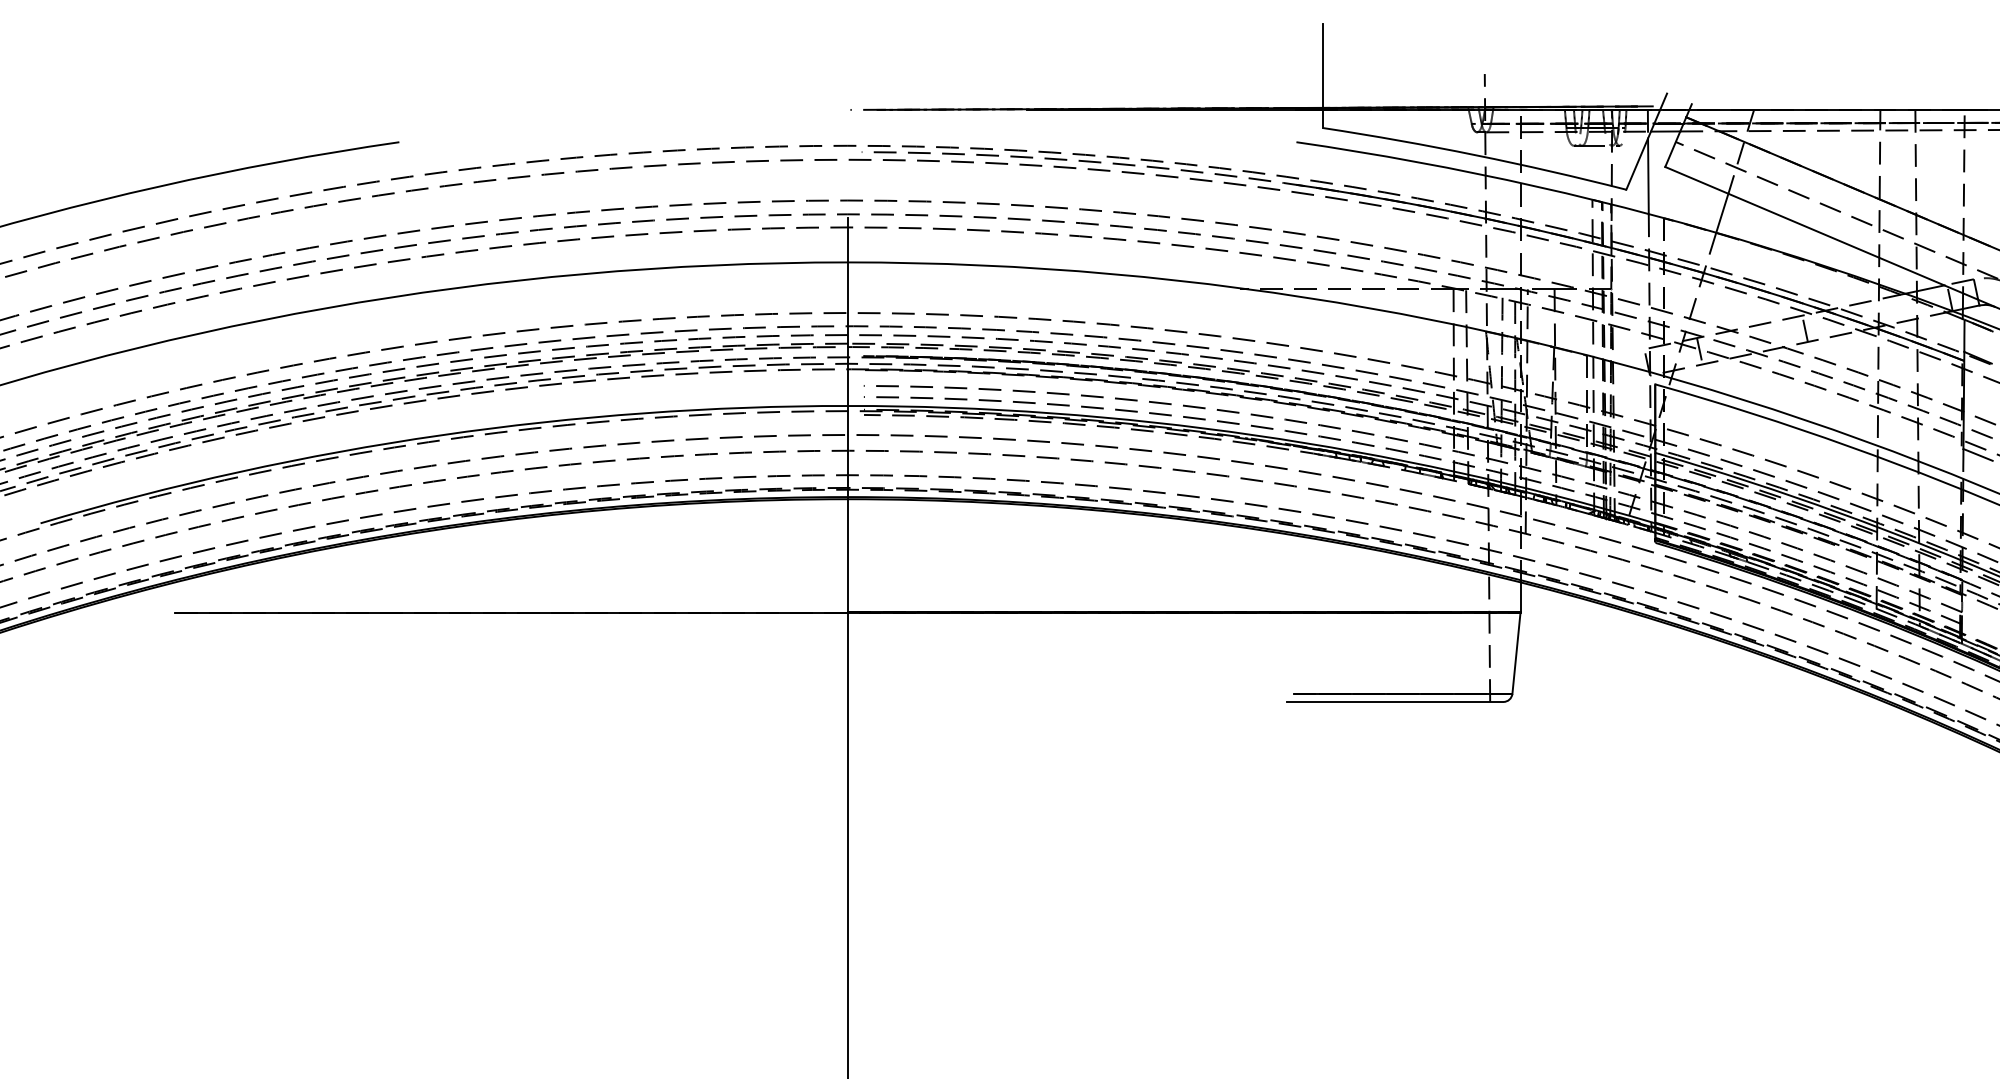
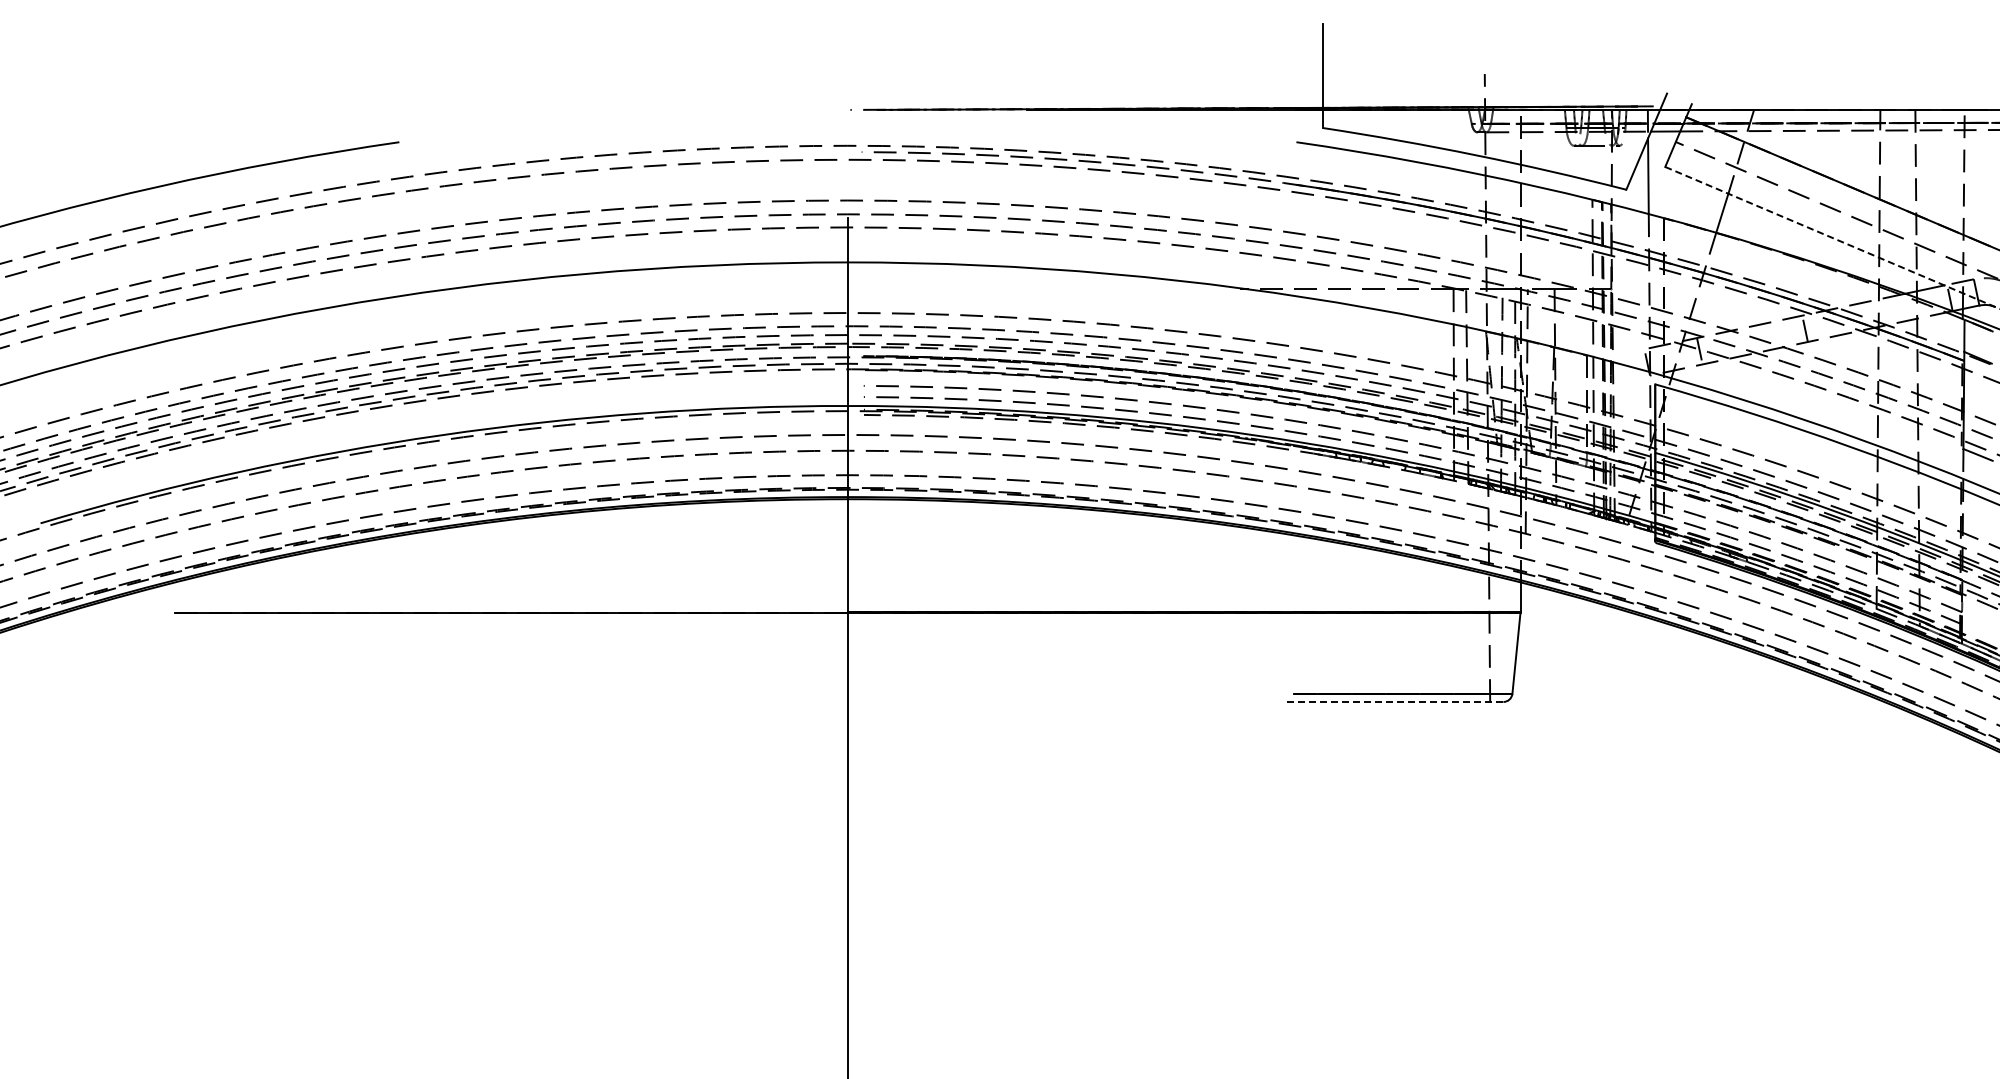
line at (1832, 237): solid -> dashed
line at (1394, 701): solid -> dashed
